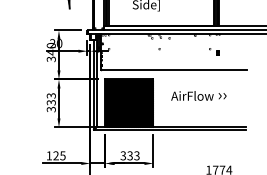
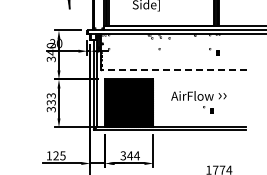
line at (173, 70): solid -> dashed
part at (208, 109): none -> present
text at (133, 155): 333 -> 344
